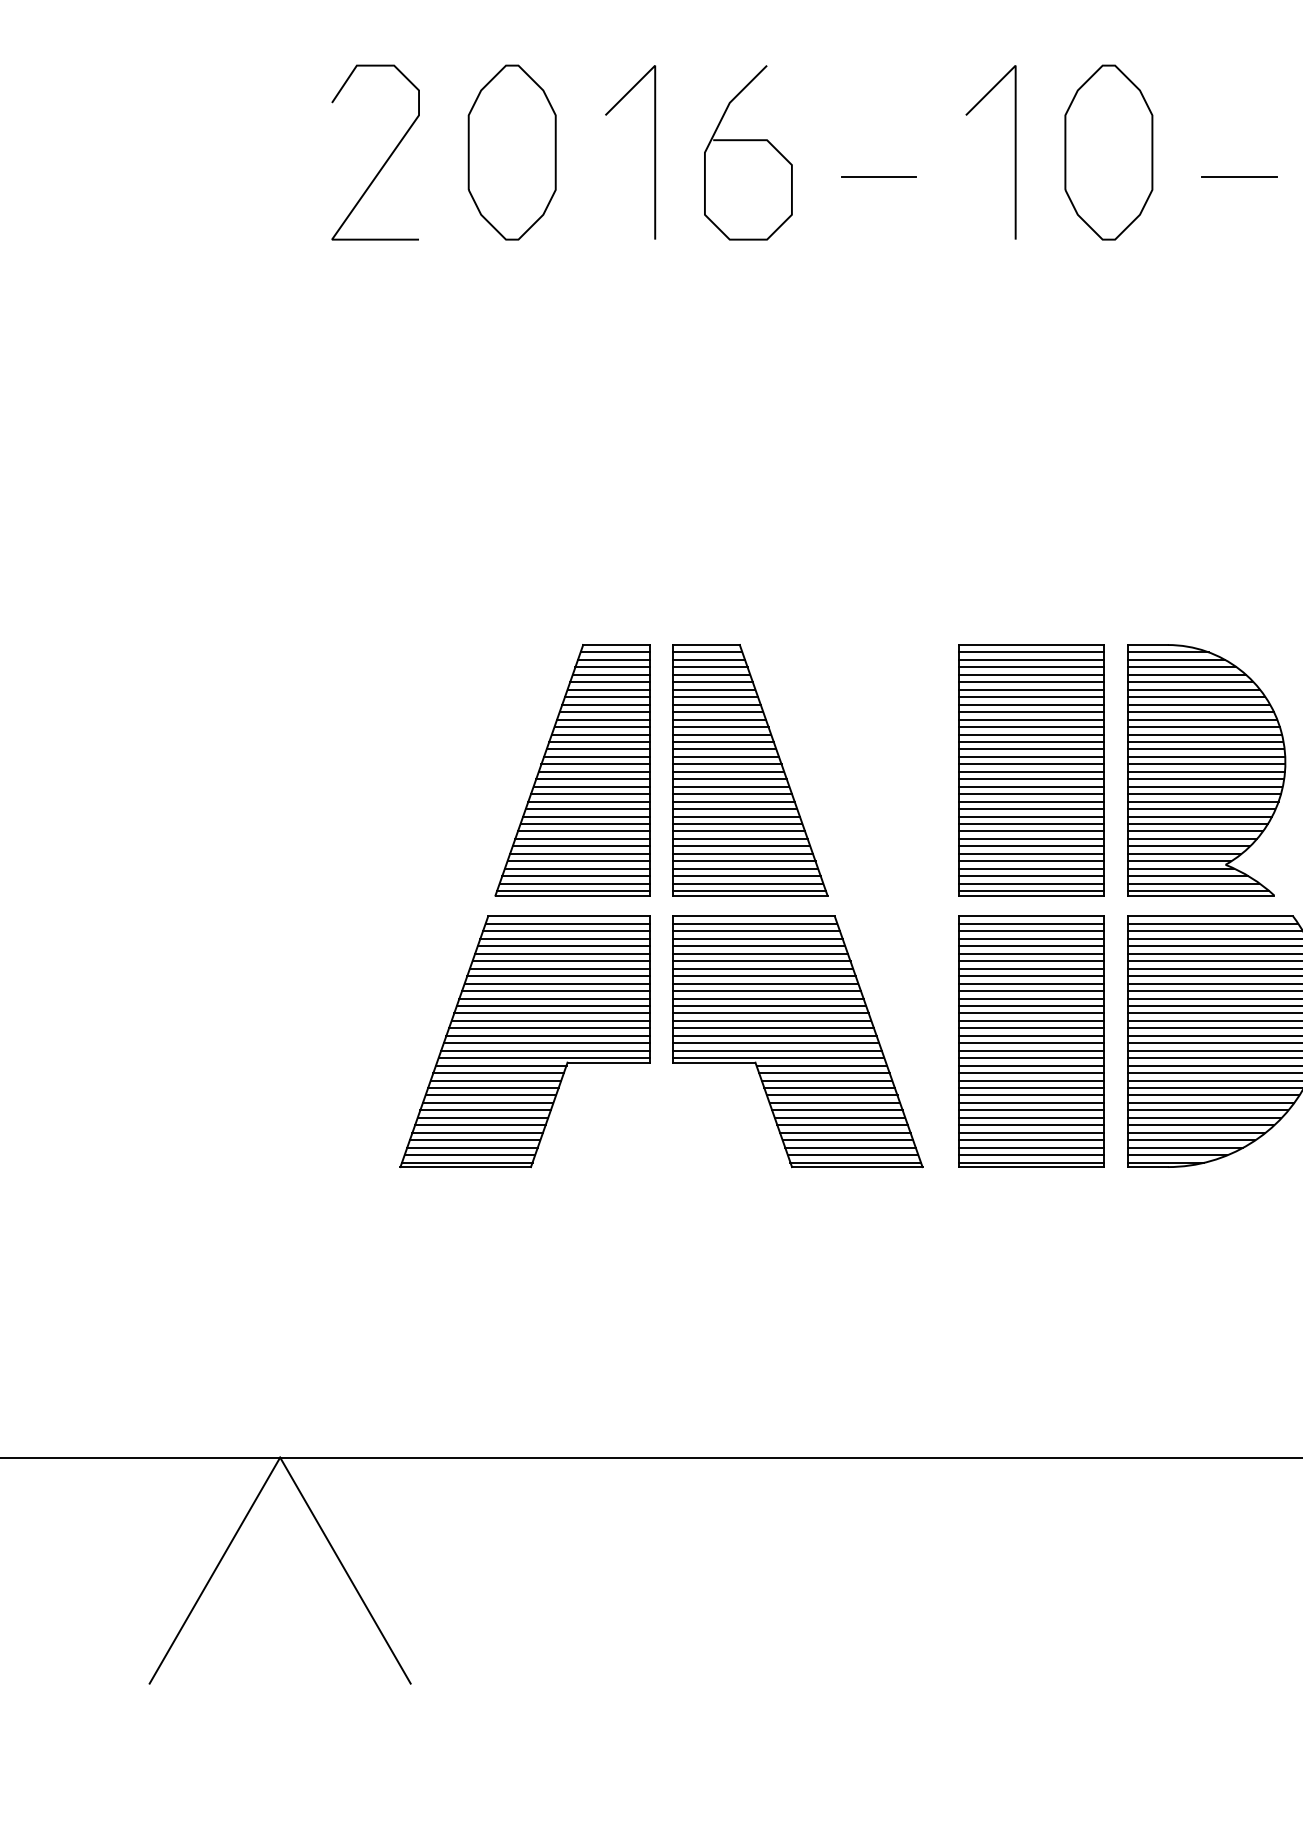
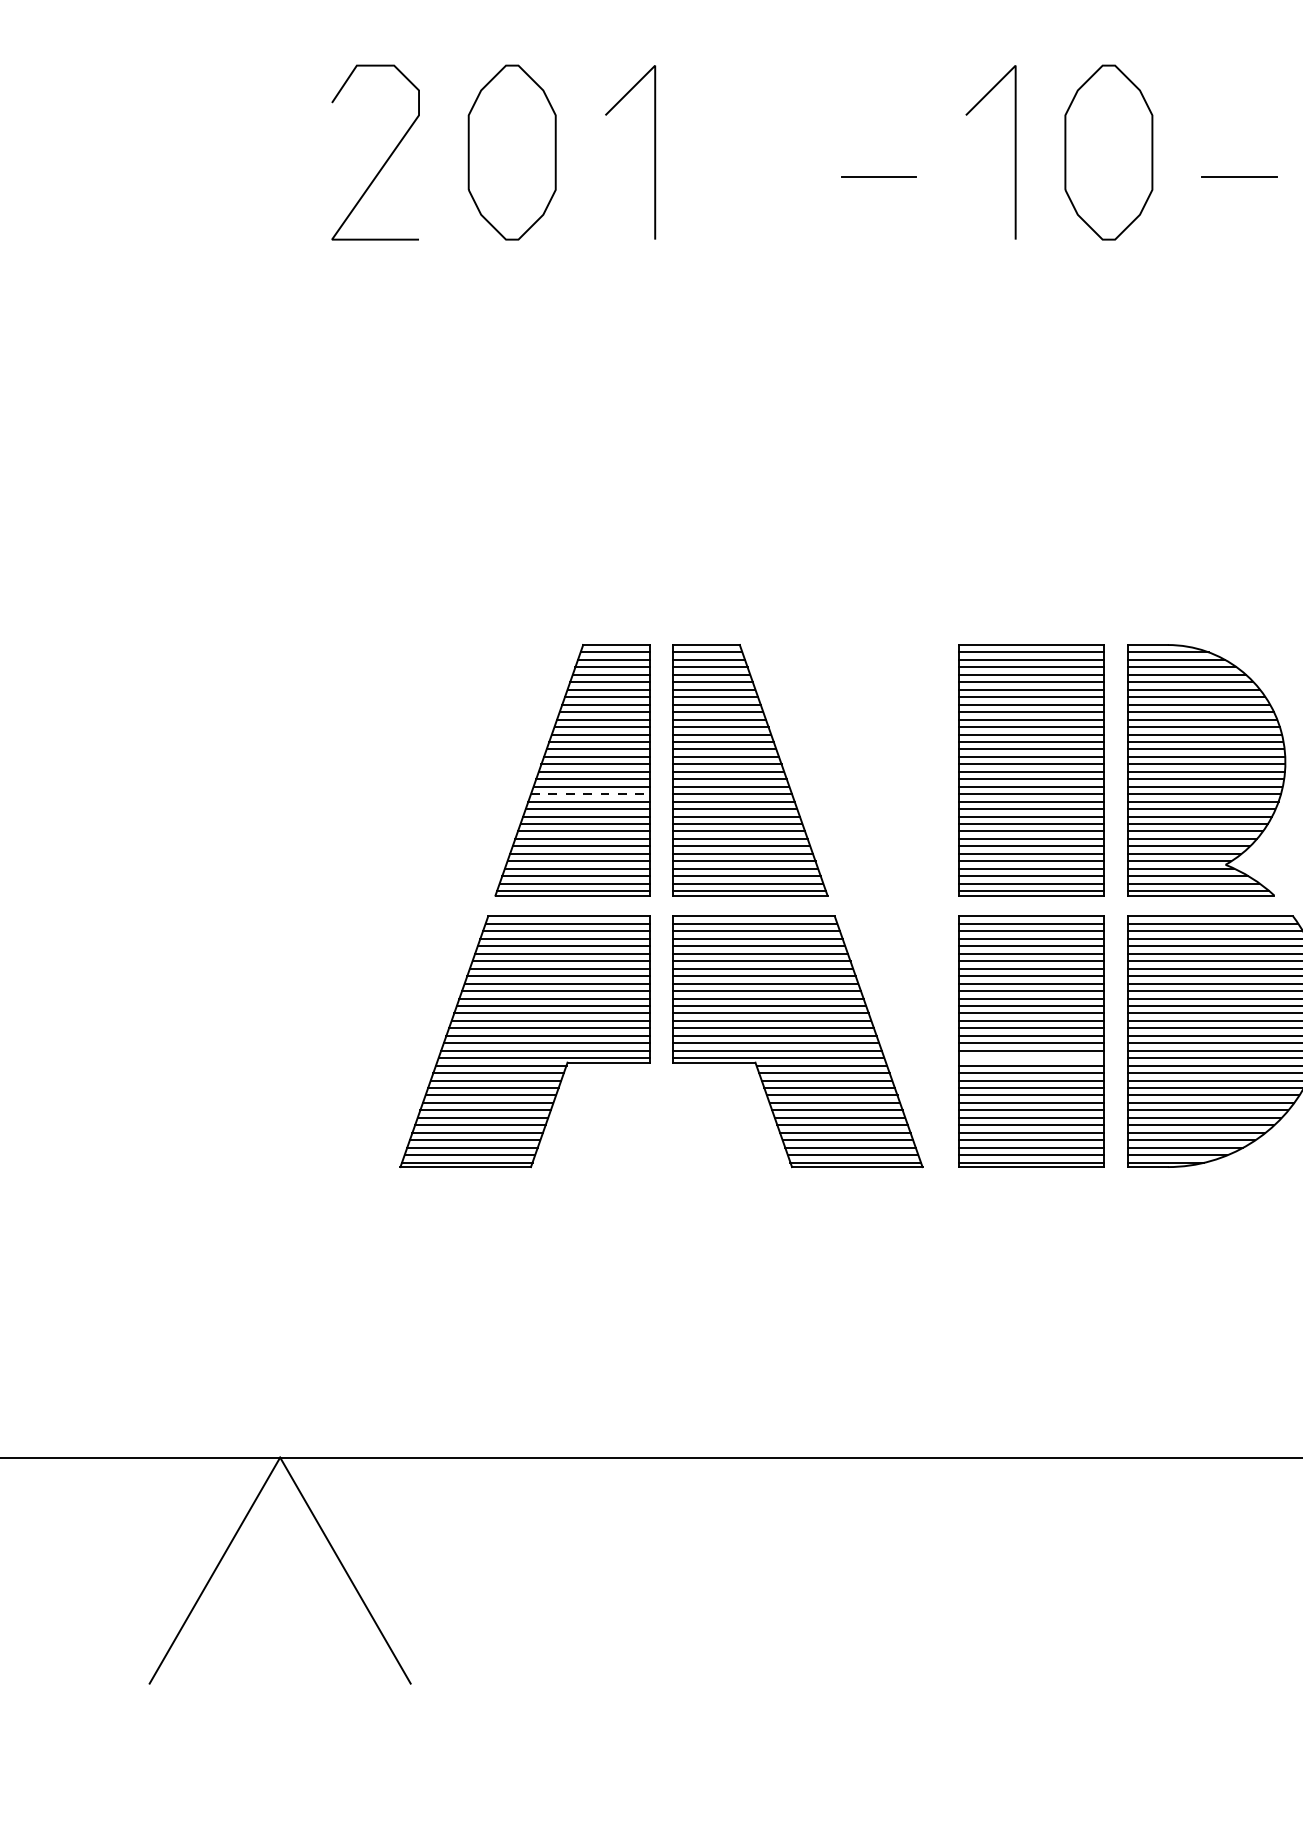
curve at (748, 141): present -> none
line at (590, 794): solid -> dashed
line at (1031, 1058): present -> none
